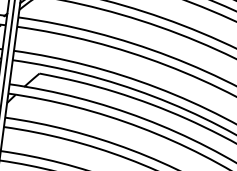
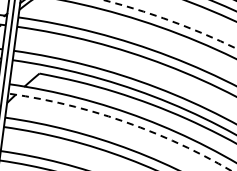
arc at (170, 20): solid -> dashed
arc at (123, 121): solid -> dashed
